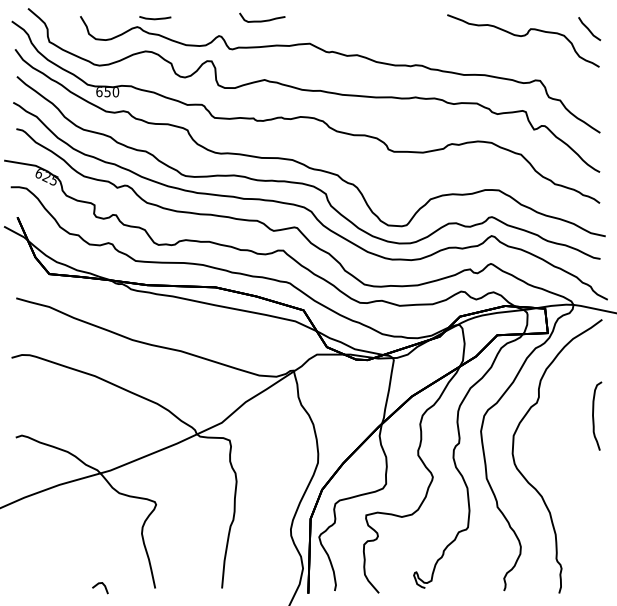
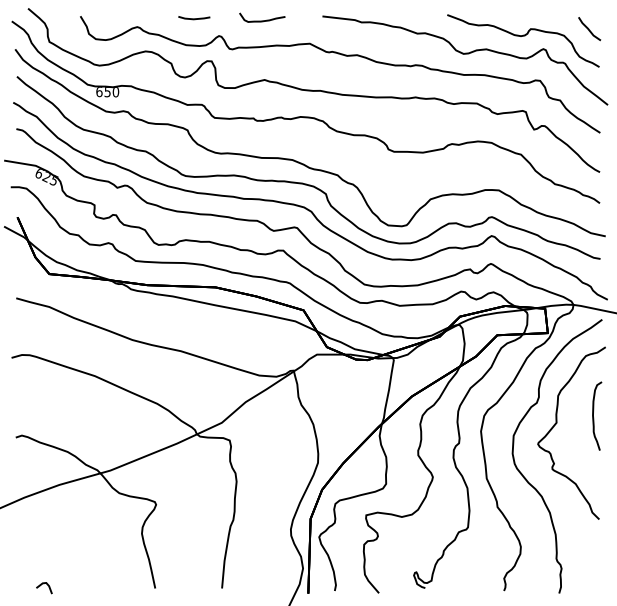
line at (155, 18) position: (155, 18) -> (194, 18)
curve at (465, 54): none -> present
curve at (557, 423): none -> present
line at (100, 584) position: (100, 584) -> (44, 584)
